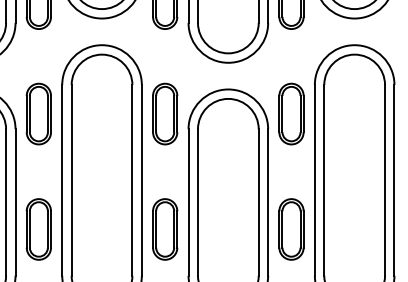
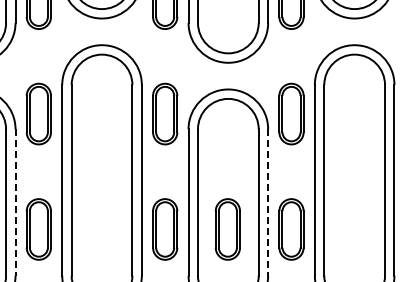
line at (15, 203): solid -> dashed
line at (268, 203): solid -> dashed
part at (227, 229): none -> present
